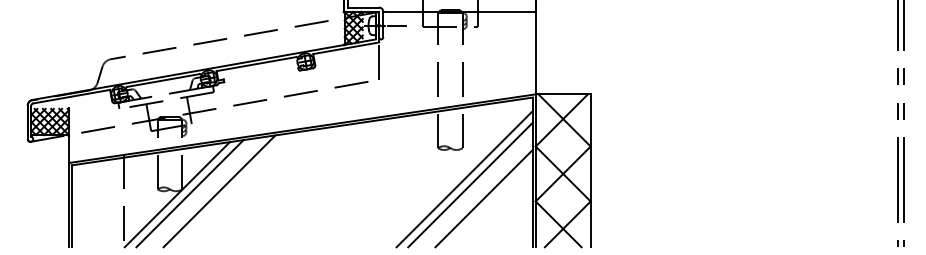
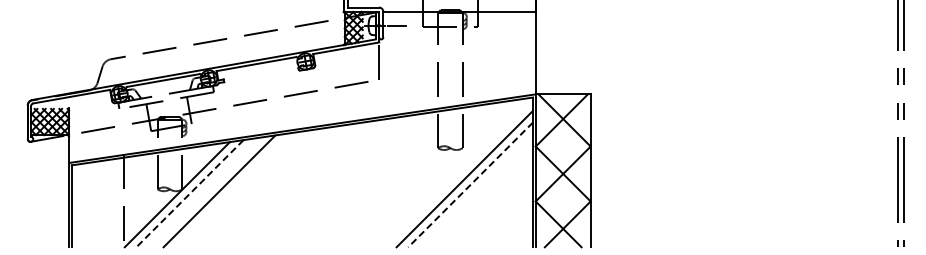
line at (470, 185): solid -> dashed
line at (190, 193): solid -> dashed
line at (484, 198): present -> none
